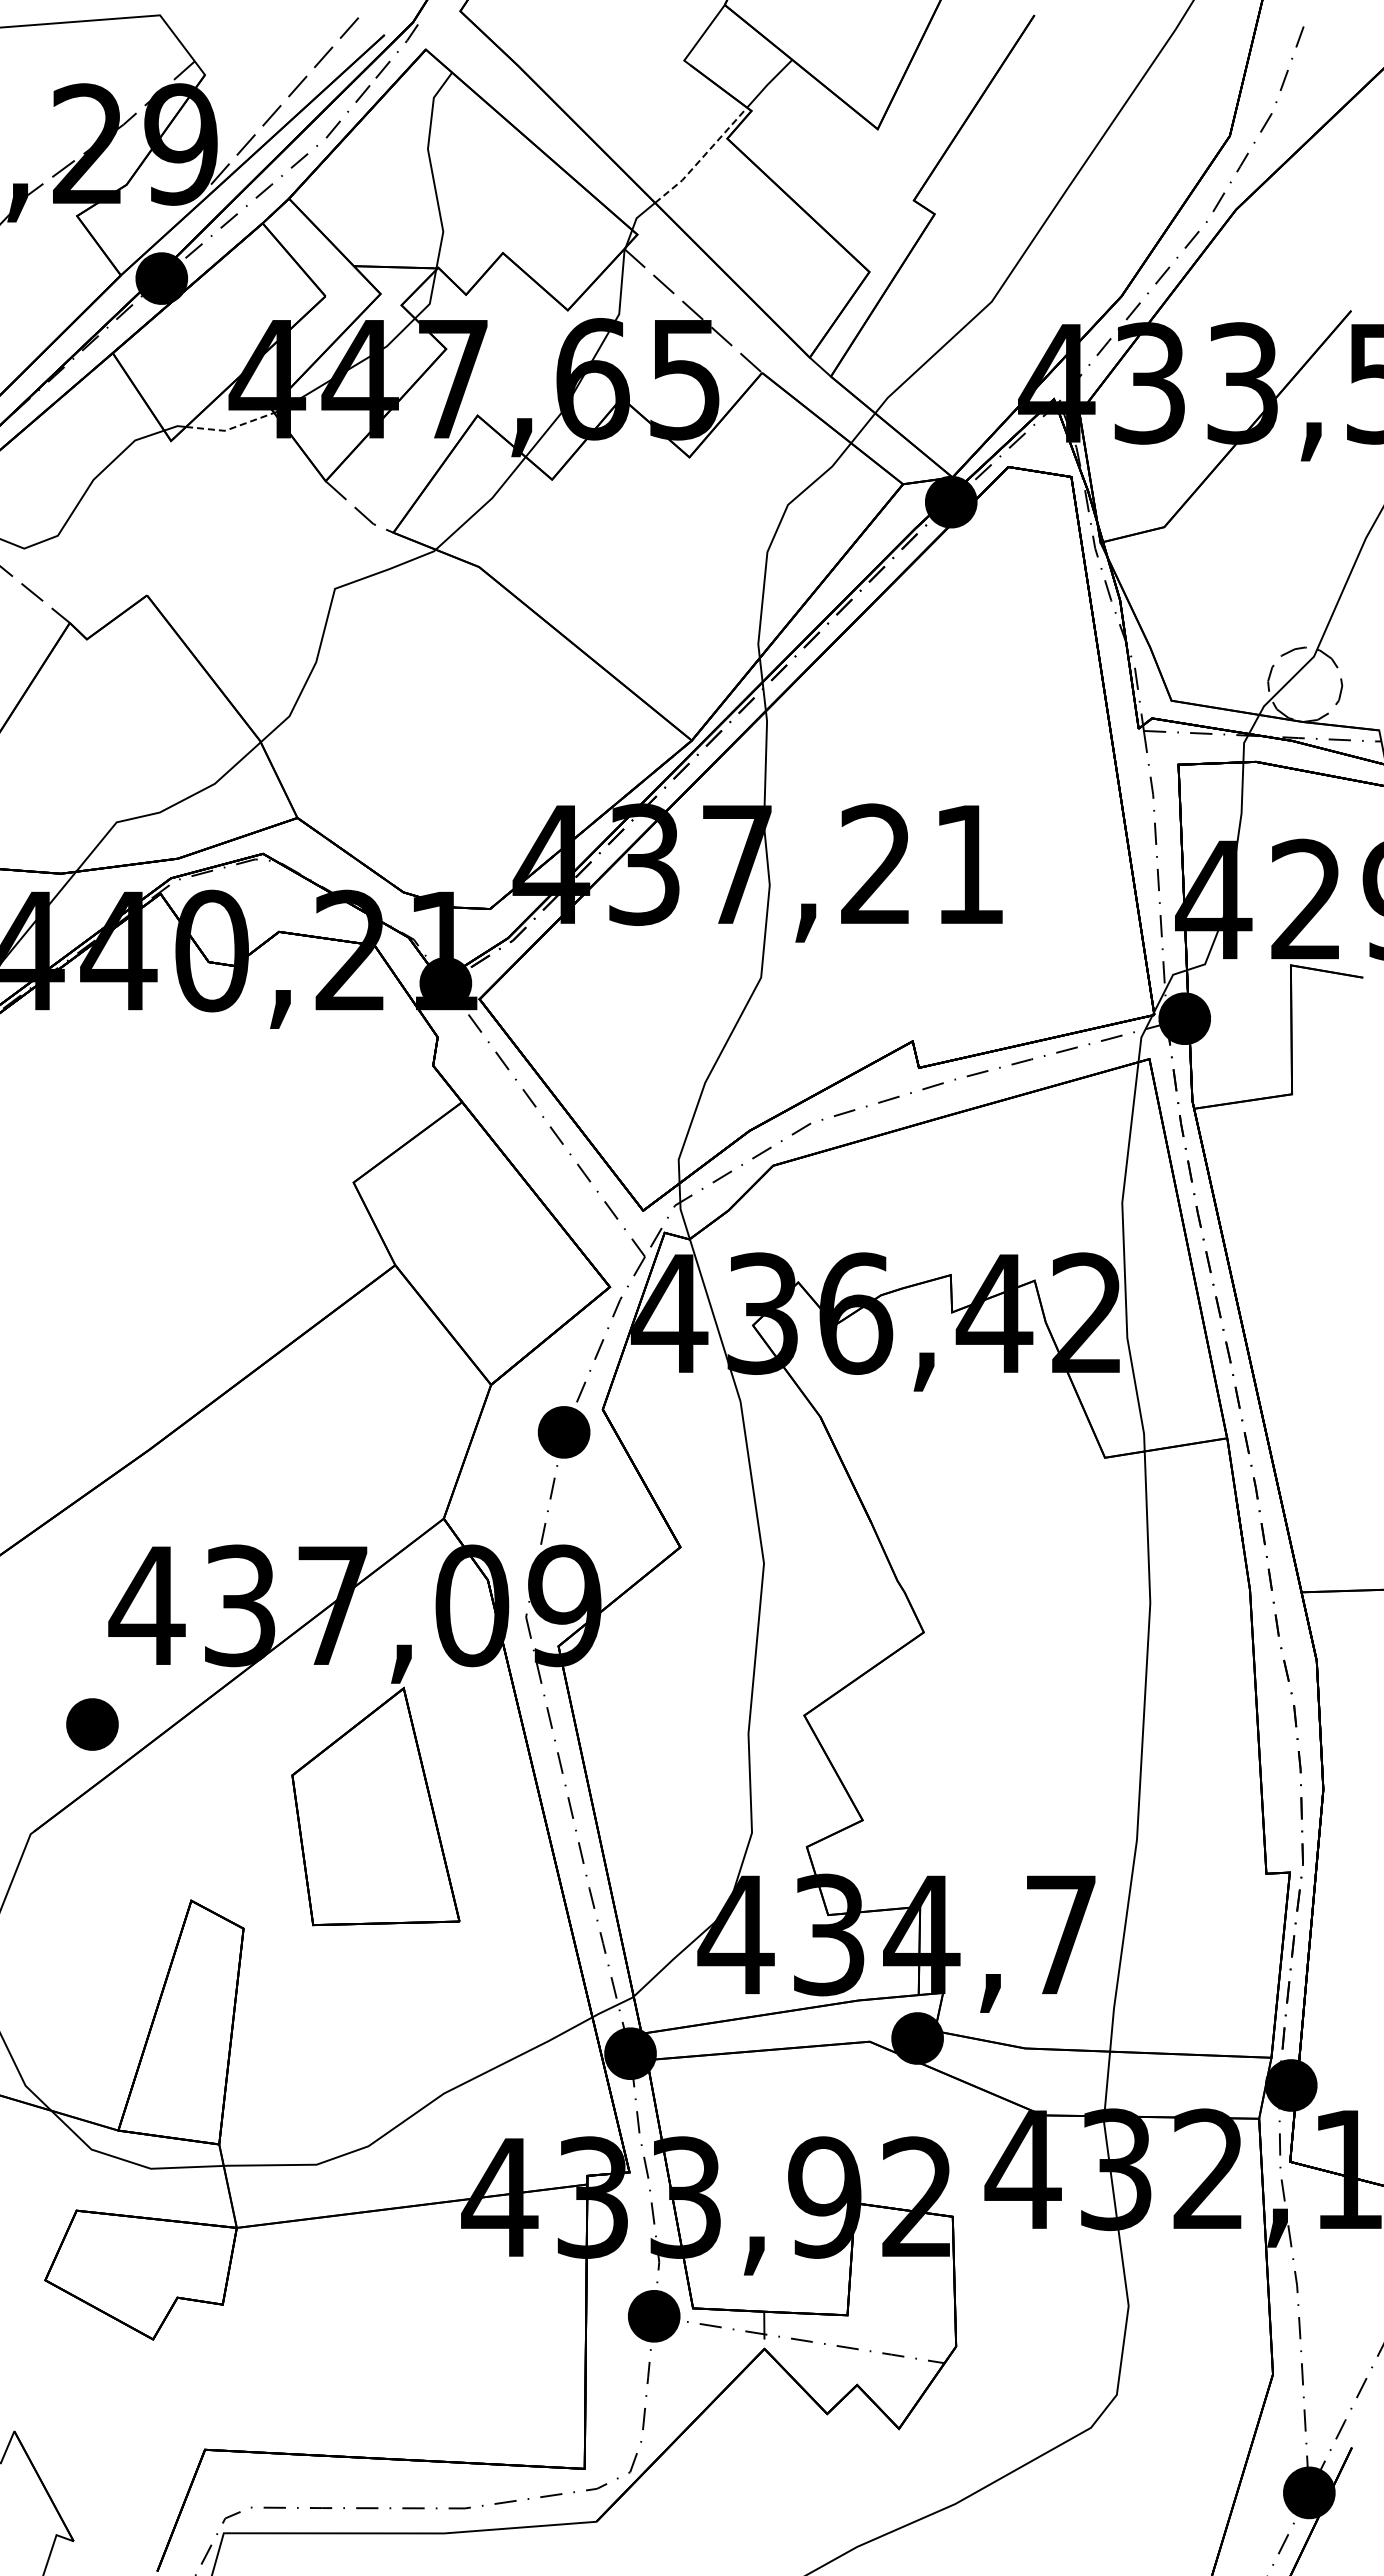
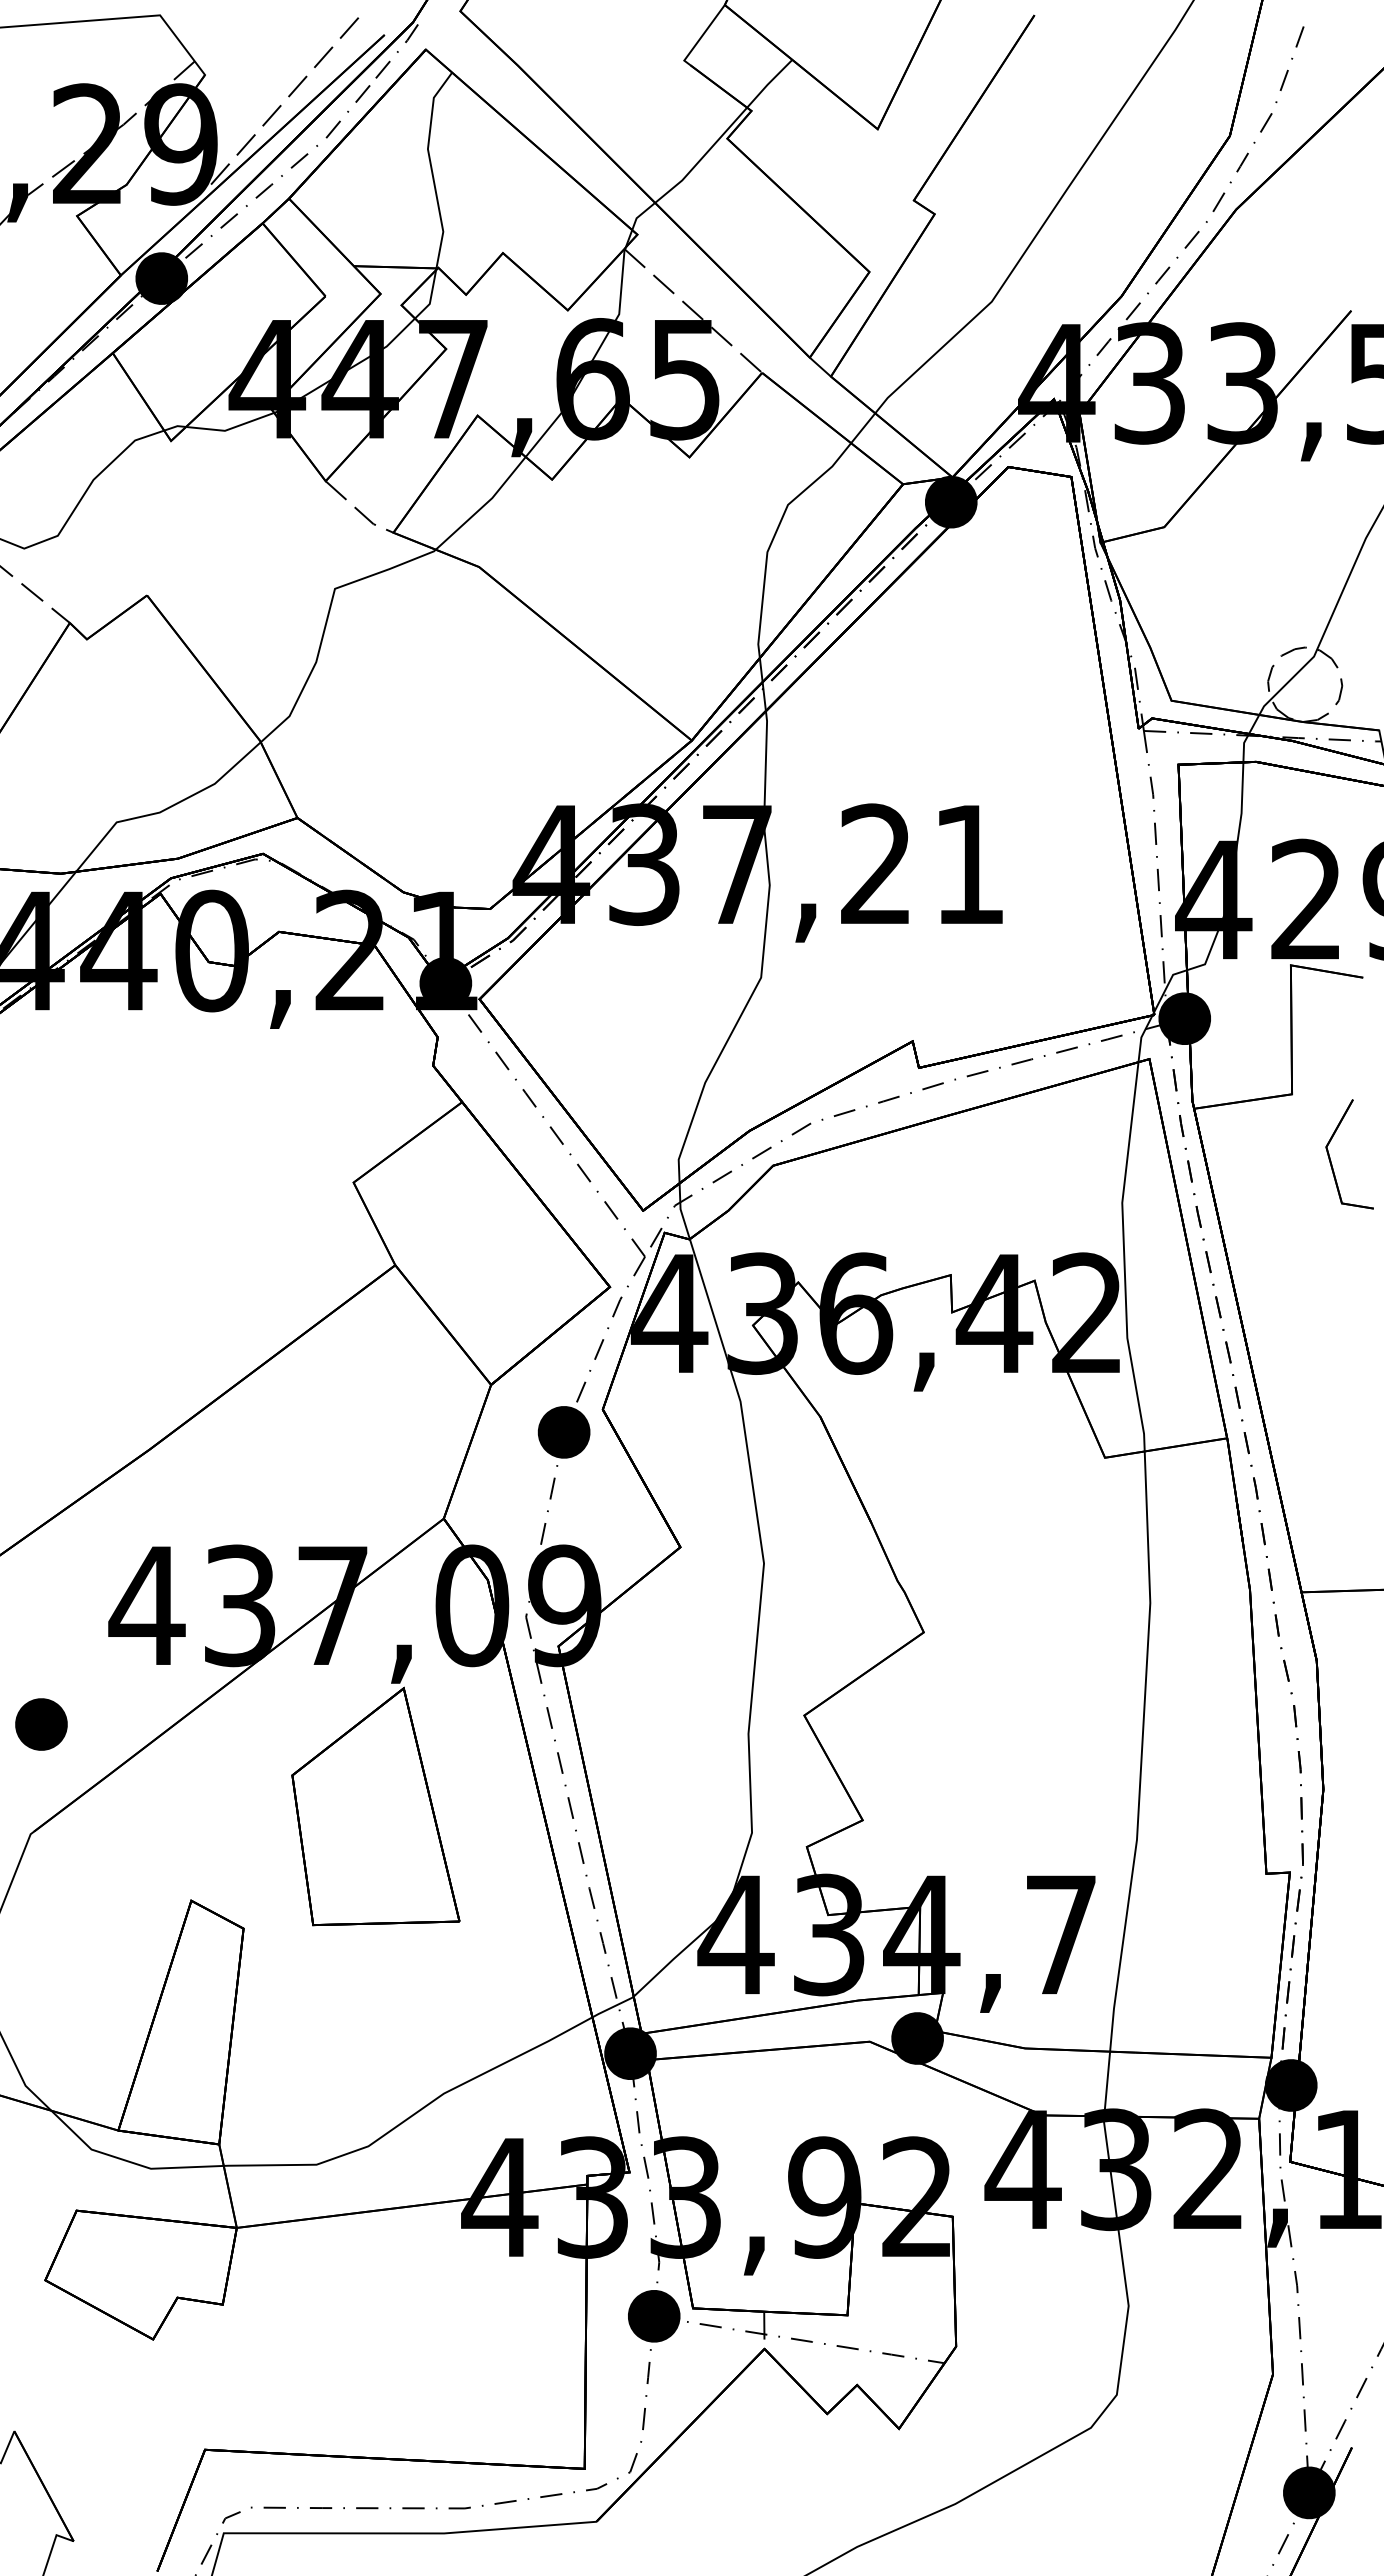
line at (702, 157): dashed -> solid
line at (230, 428): dashed -> solid
part at (1331, 1160): none -> present
part at (92, 1724) position: (92, 1724) -> (41, 1724)
